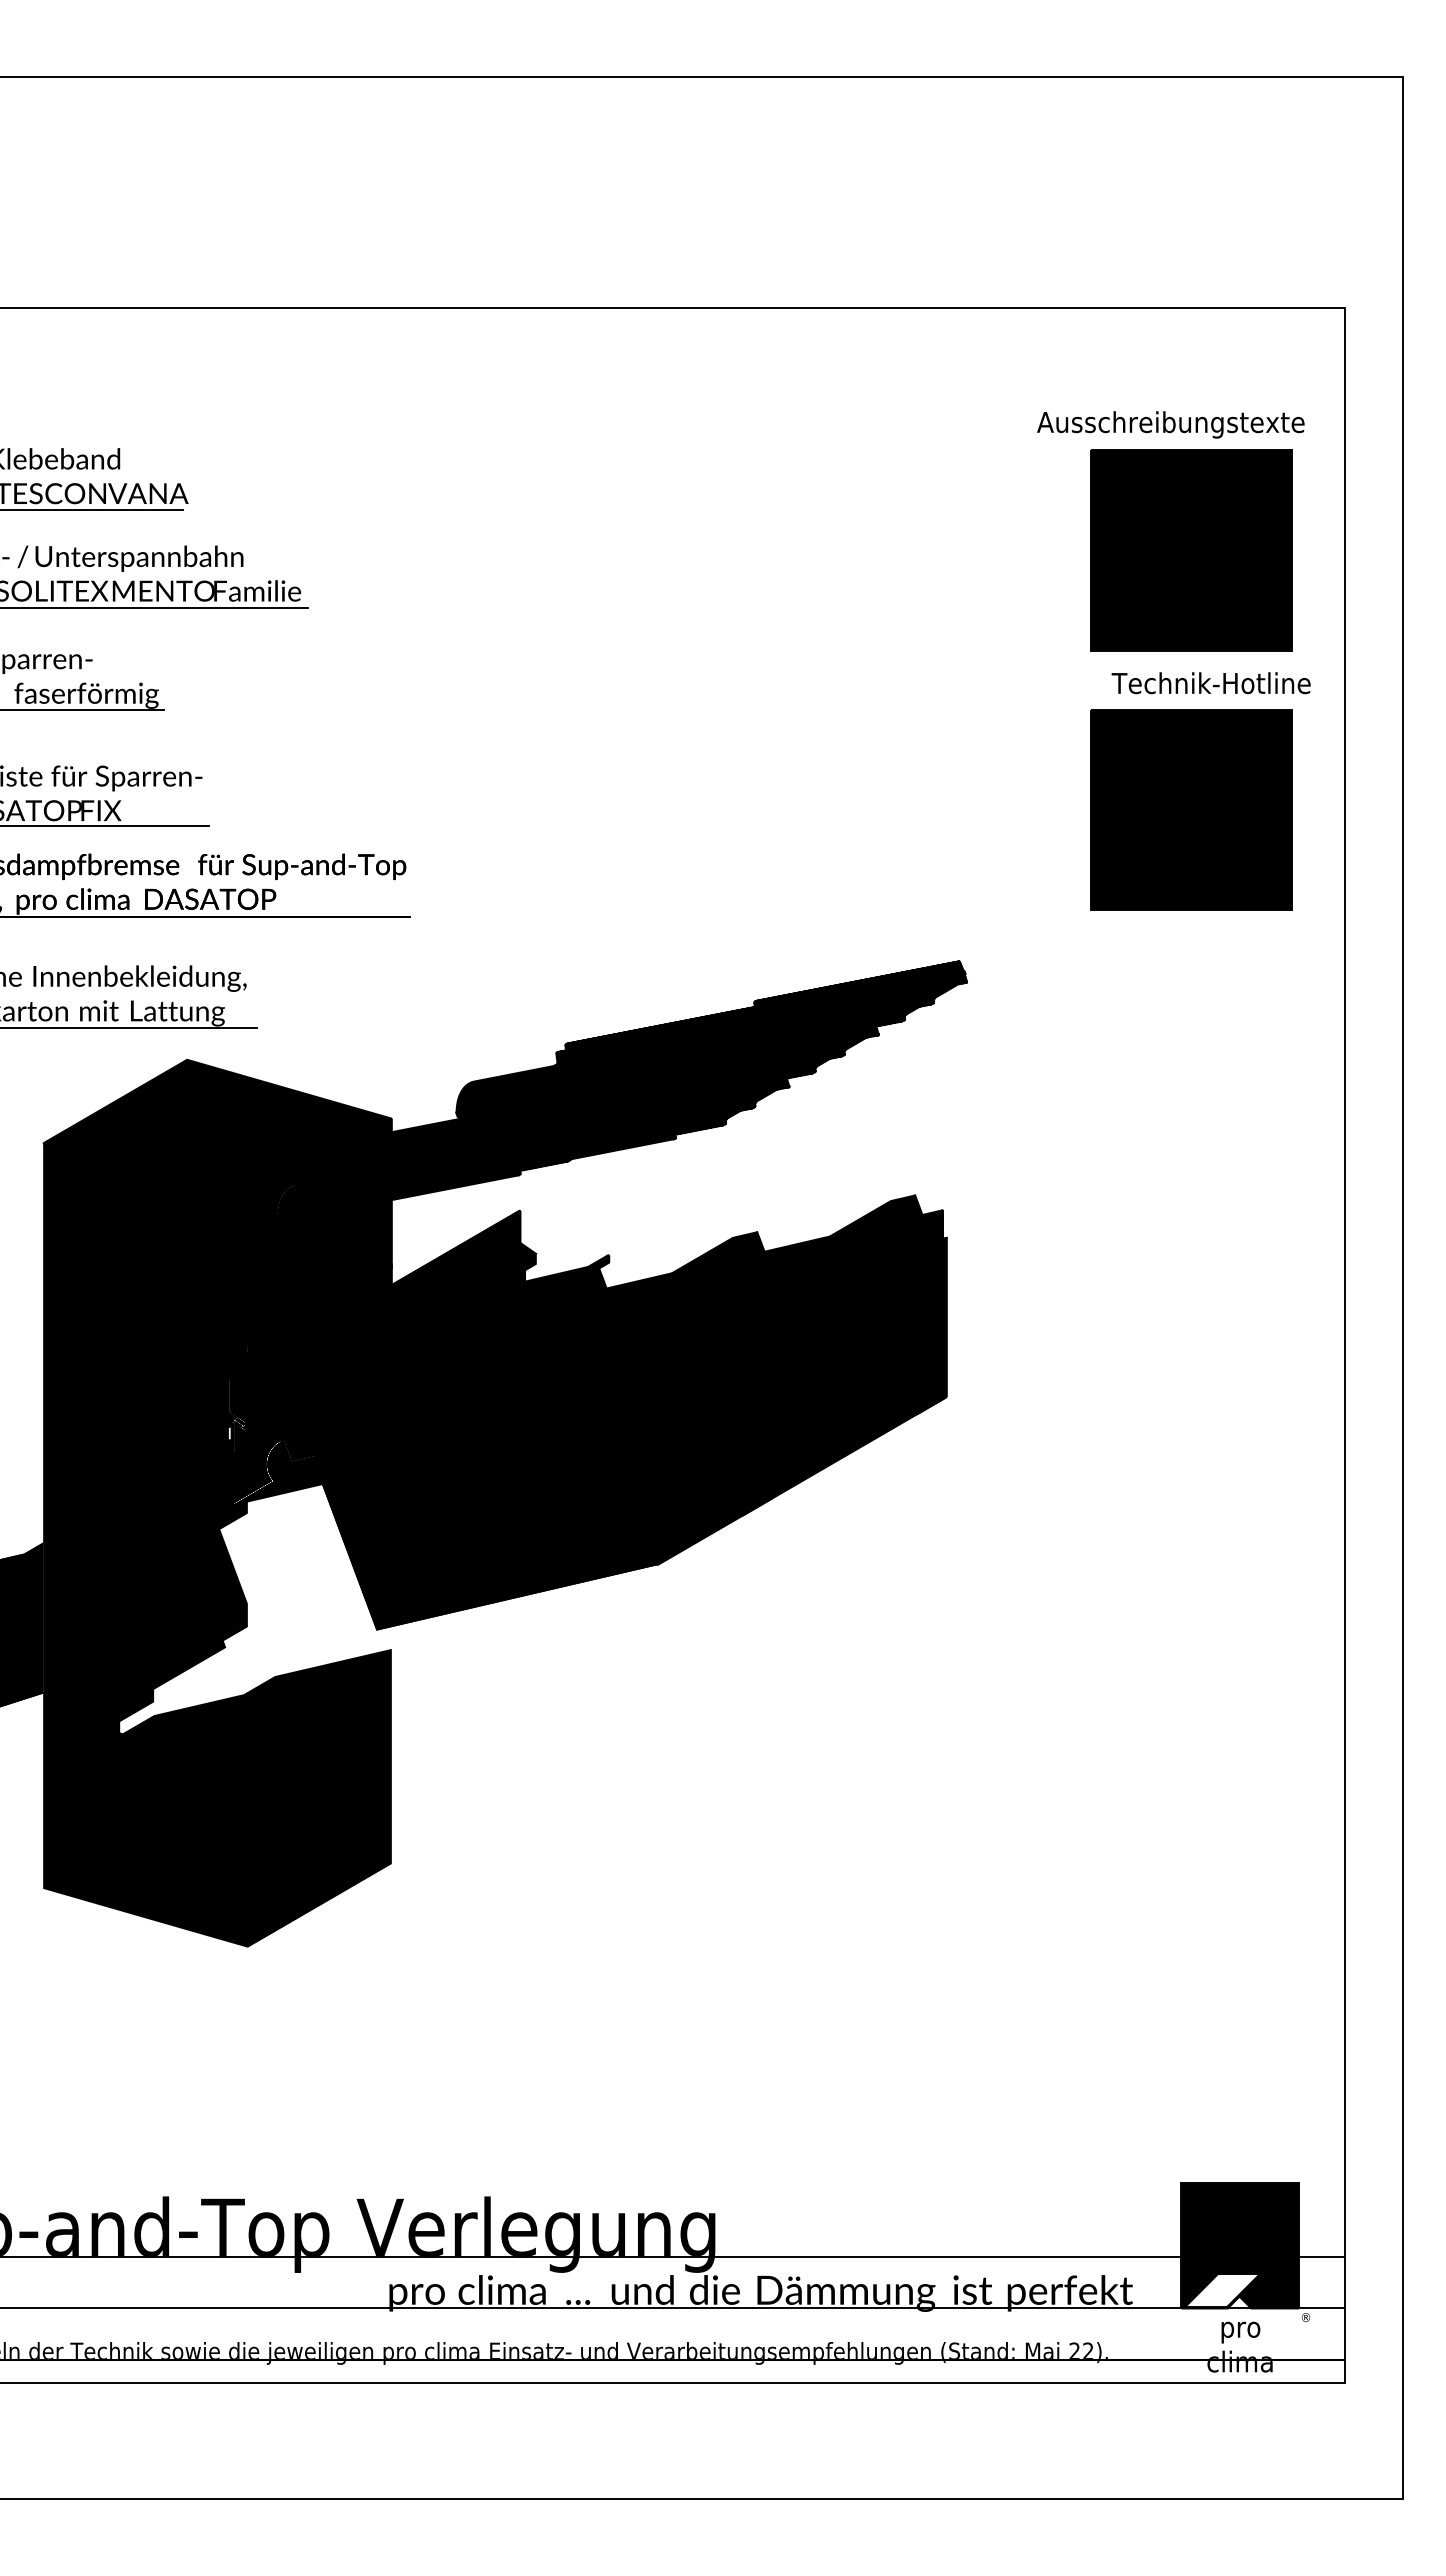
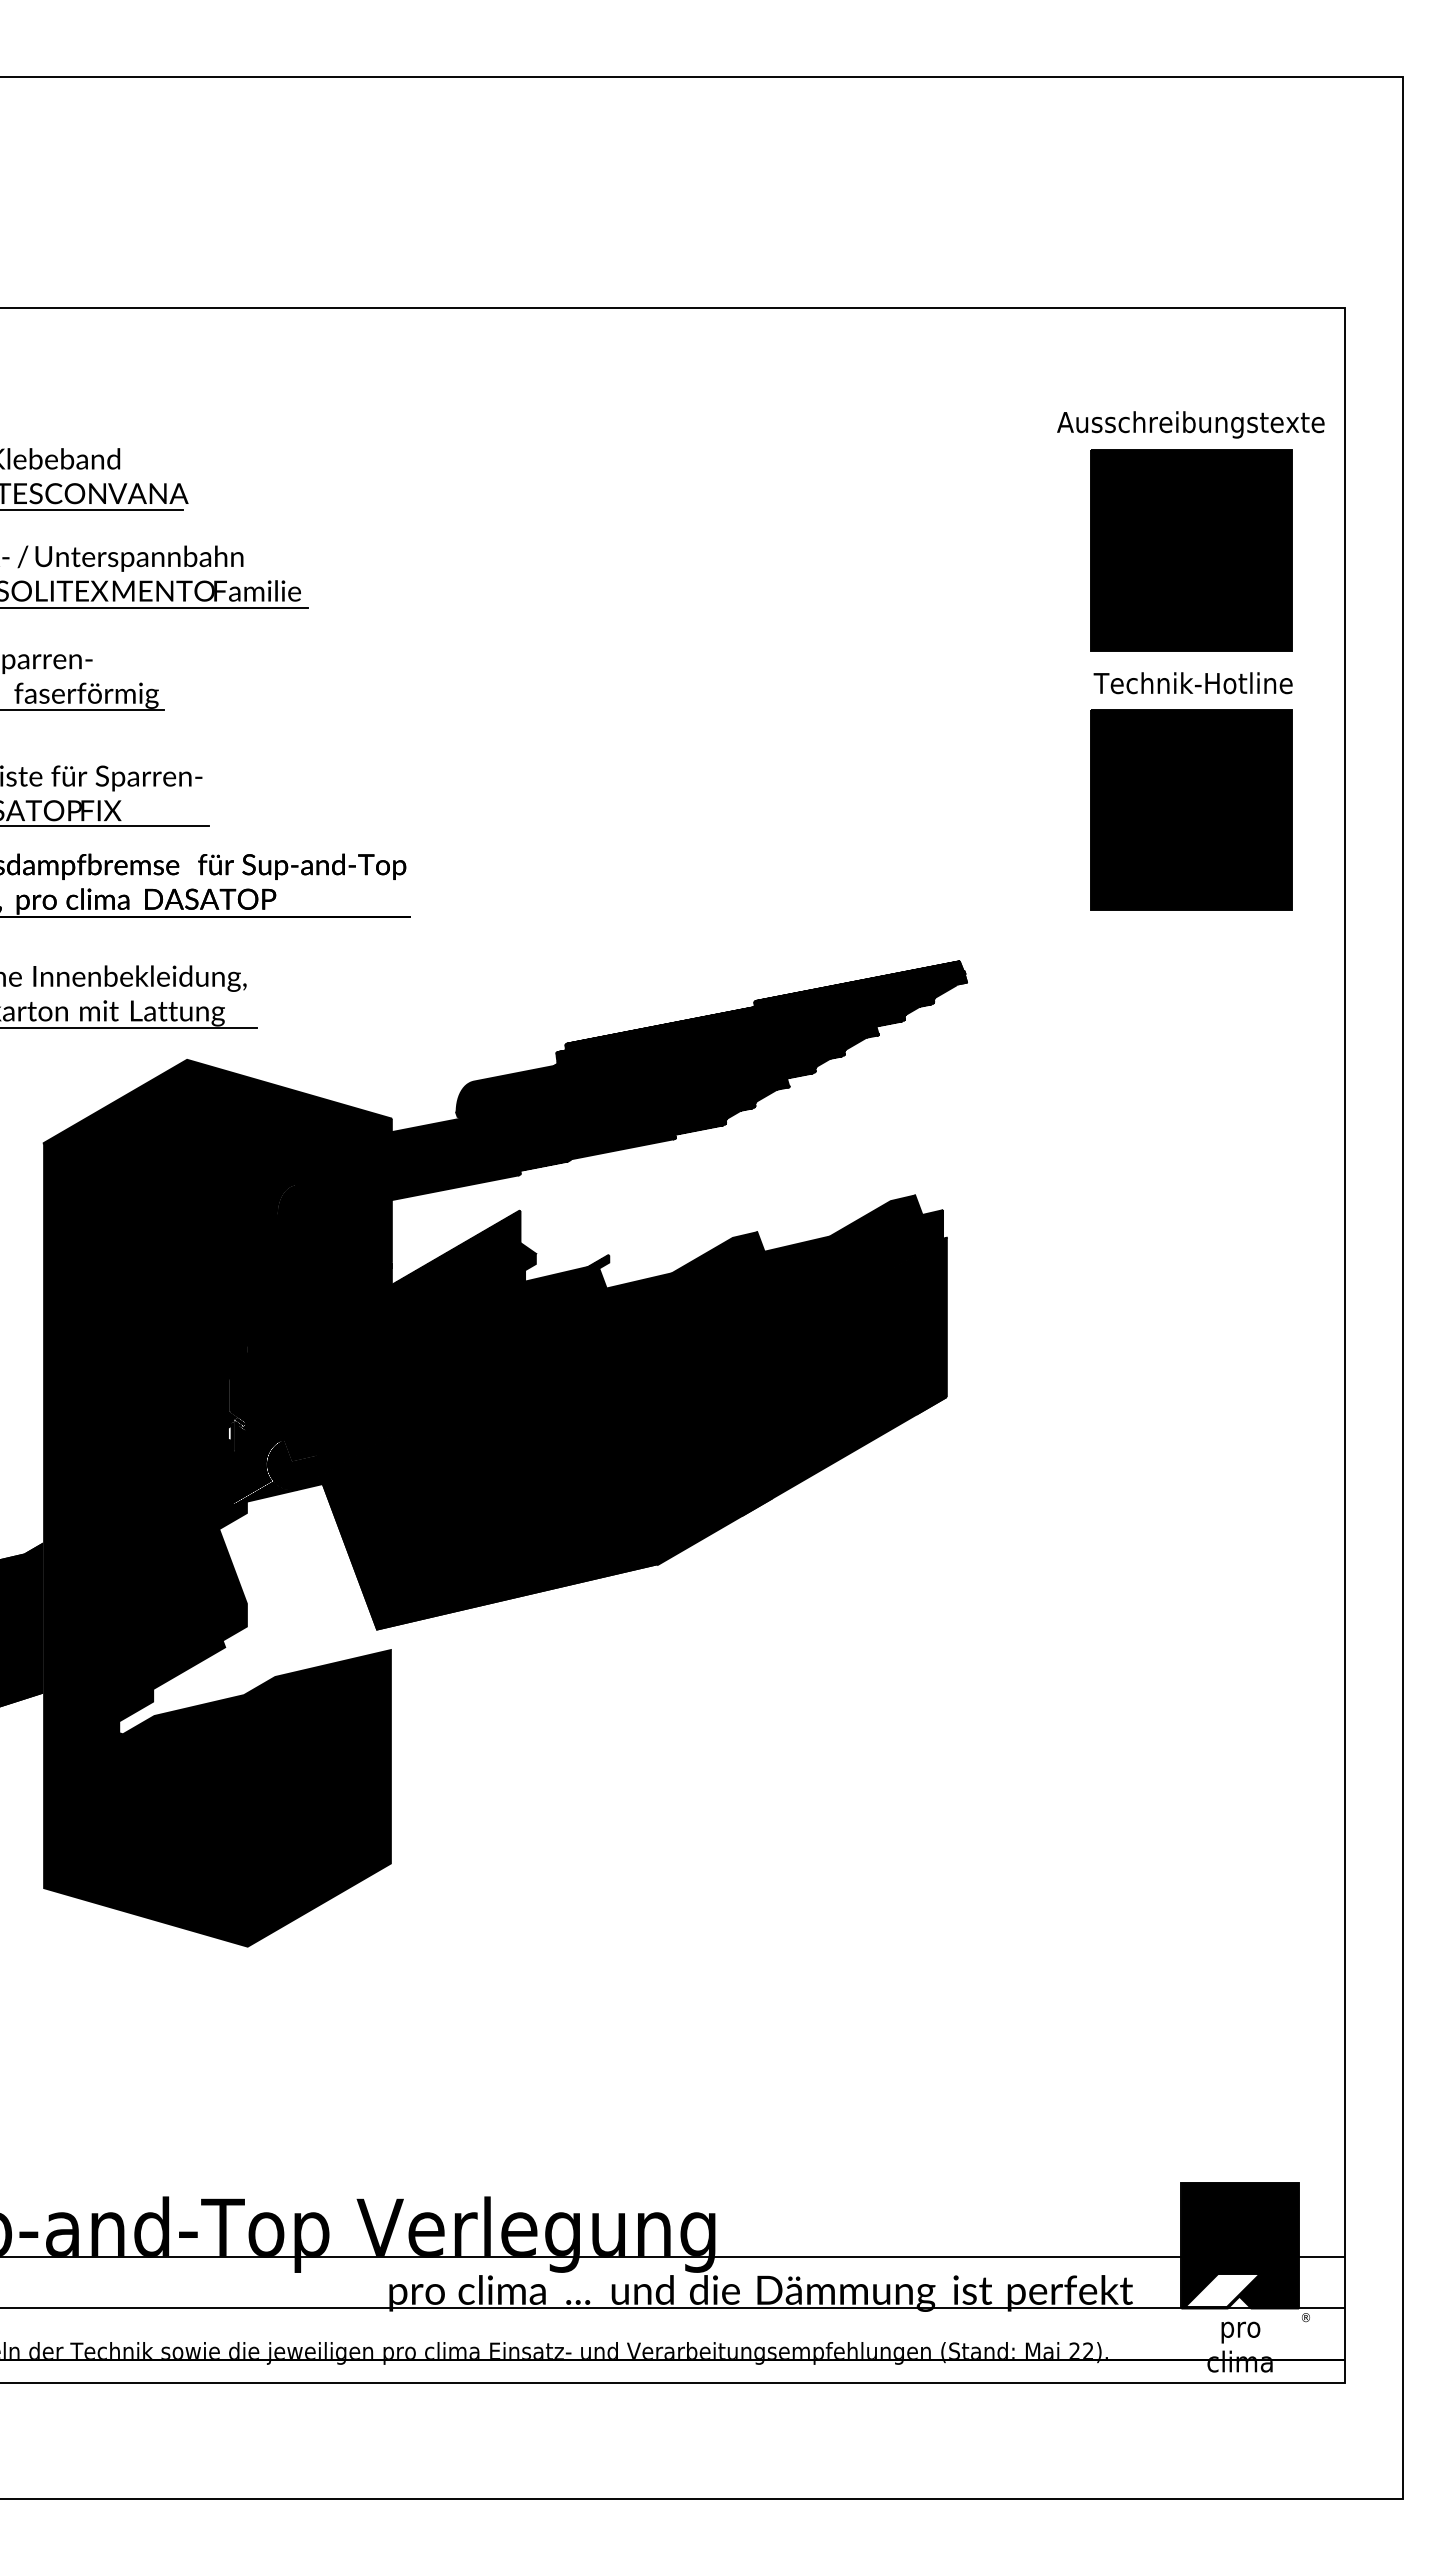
text at (1170, 424) position: (1170, 424) -> (1190, 424)
text at (1210, 683) position: (1210, 683) -> (1192, 683)
